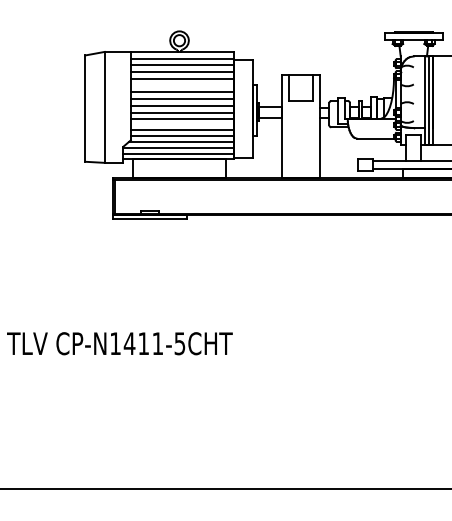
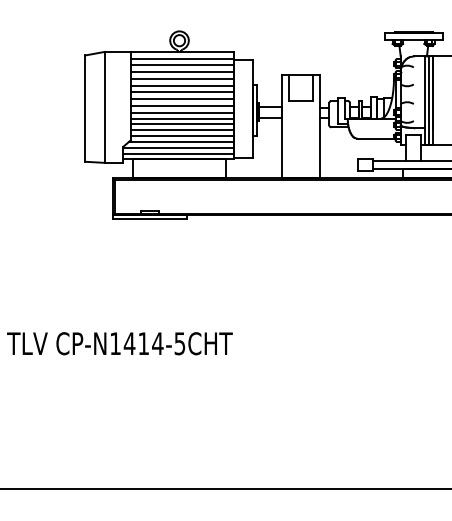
line at (181, 85): none -> present
line at (181, 124): none -> present
text at (157, 343): CP-N1411-5CHT -> CP-N1414-5CHT
